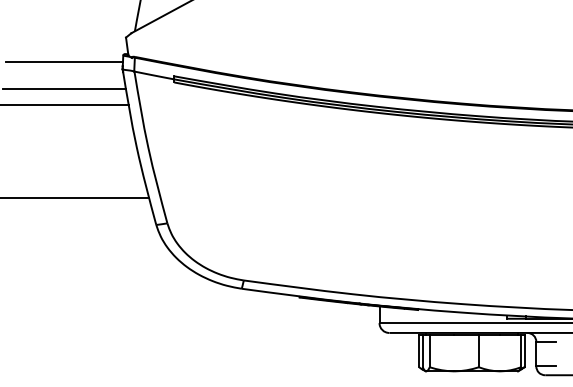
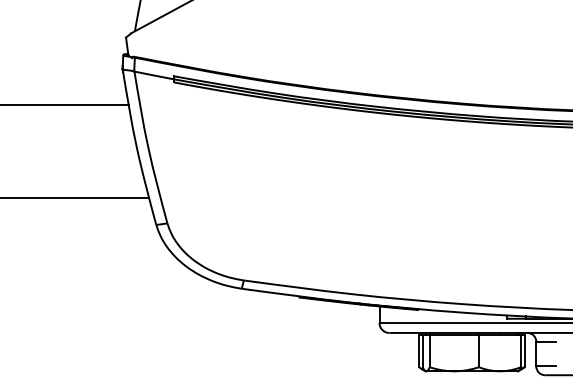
line at (64, 61): present -> none
line at (64, 89): present -> none
